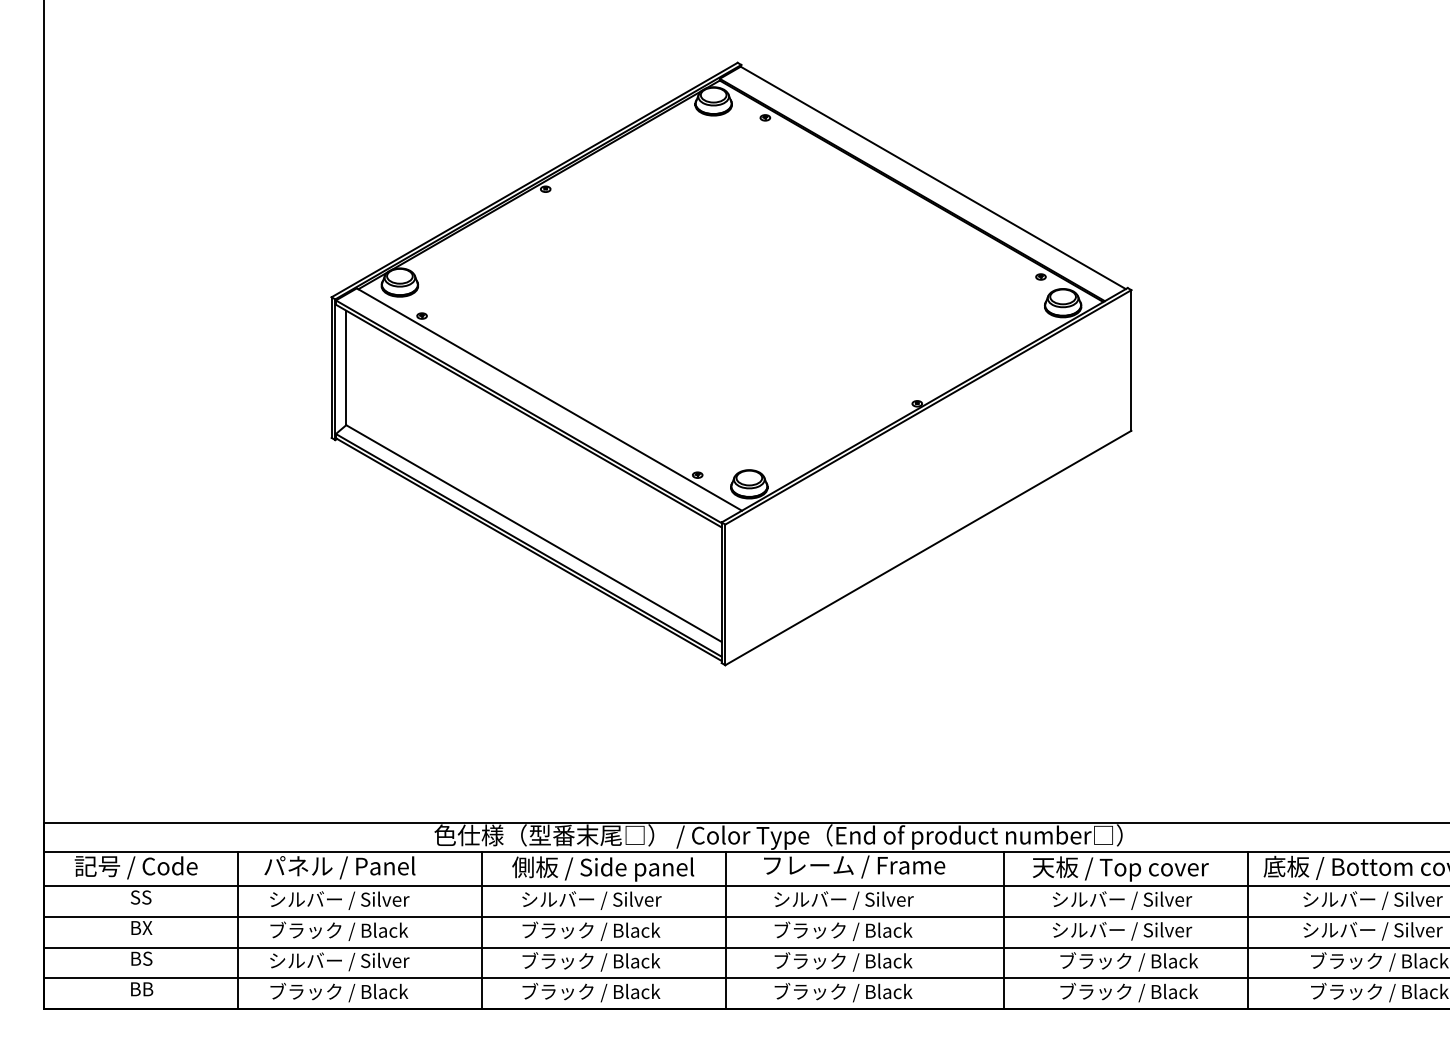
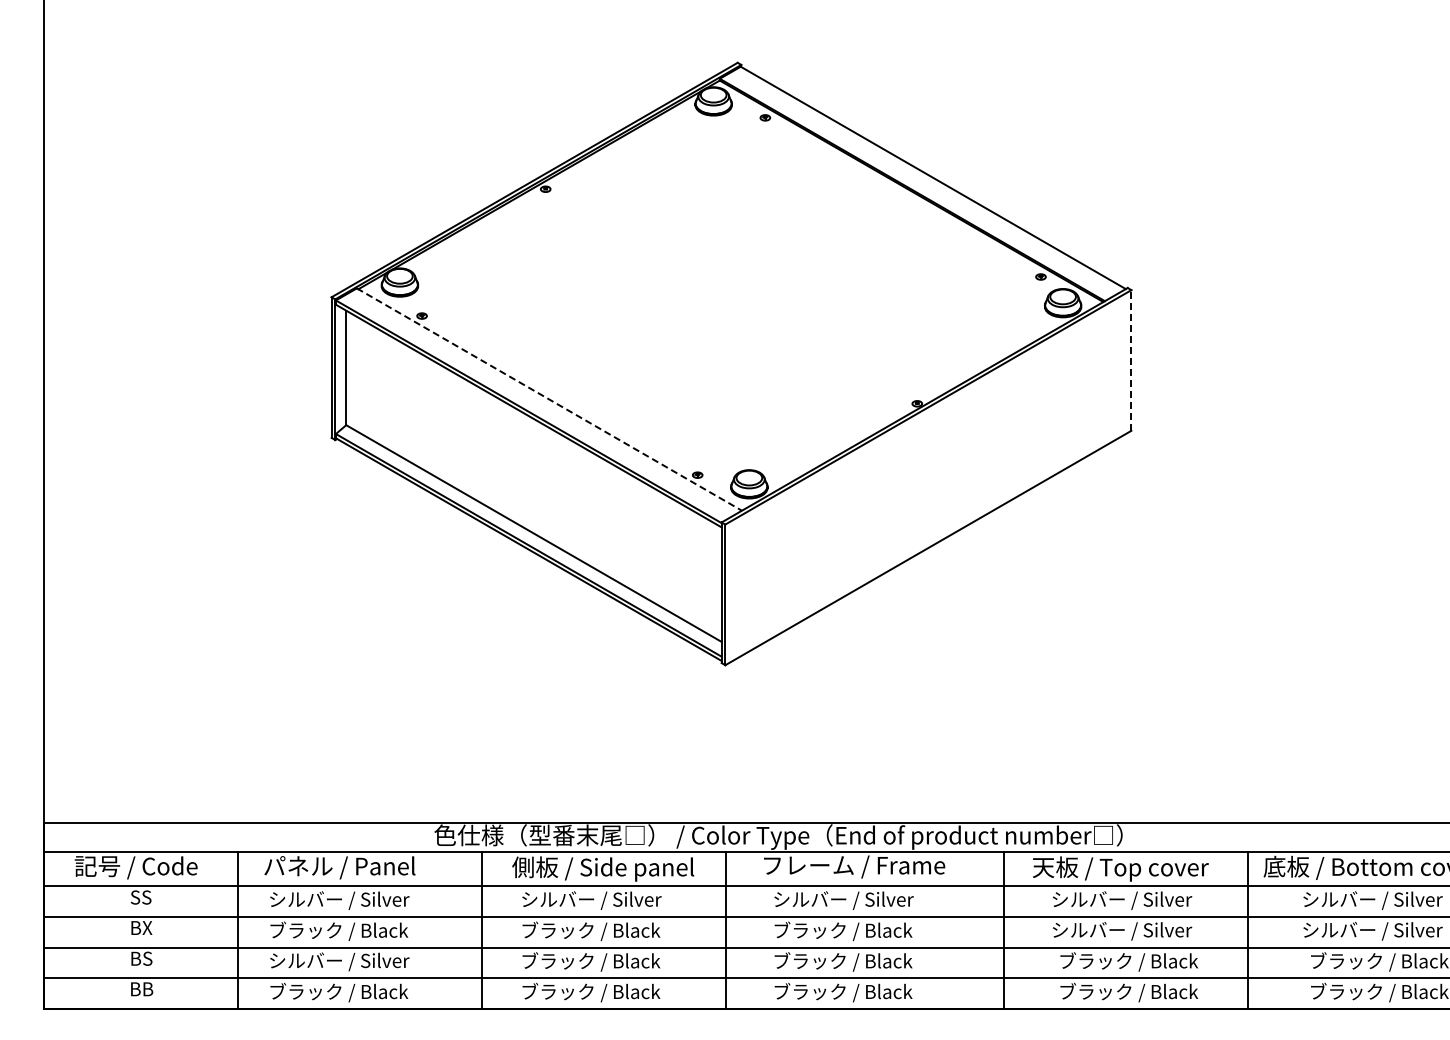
line at (1131, 359): solid -> dashed
line at (549, 399): solid -> dashed
